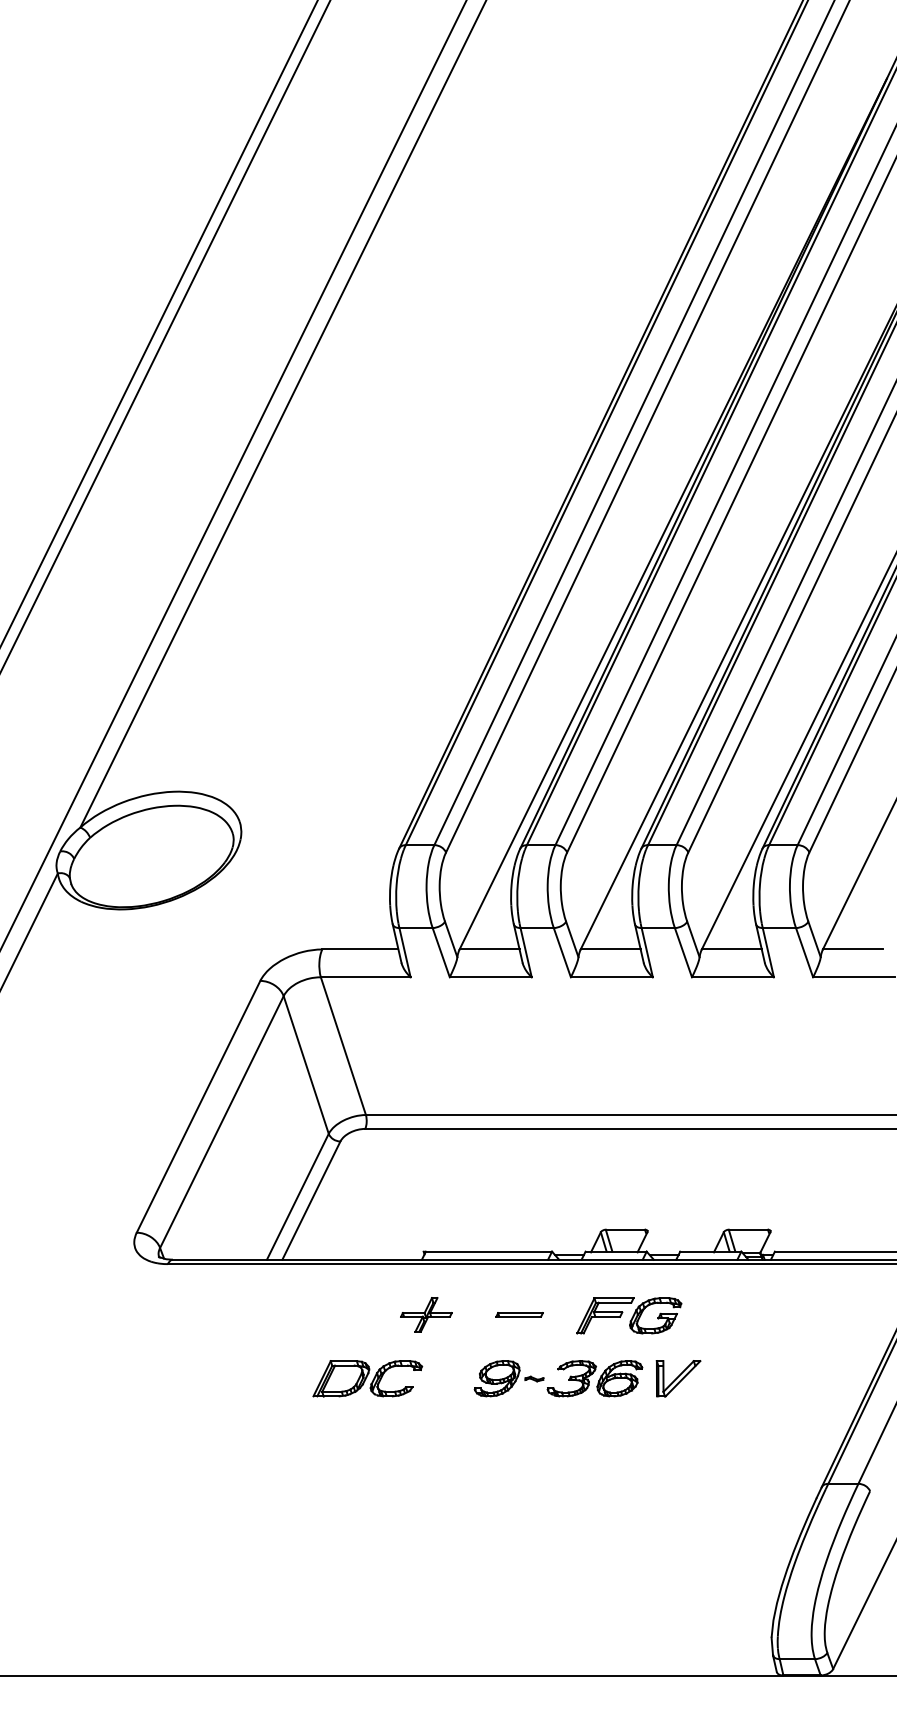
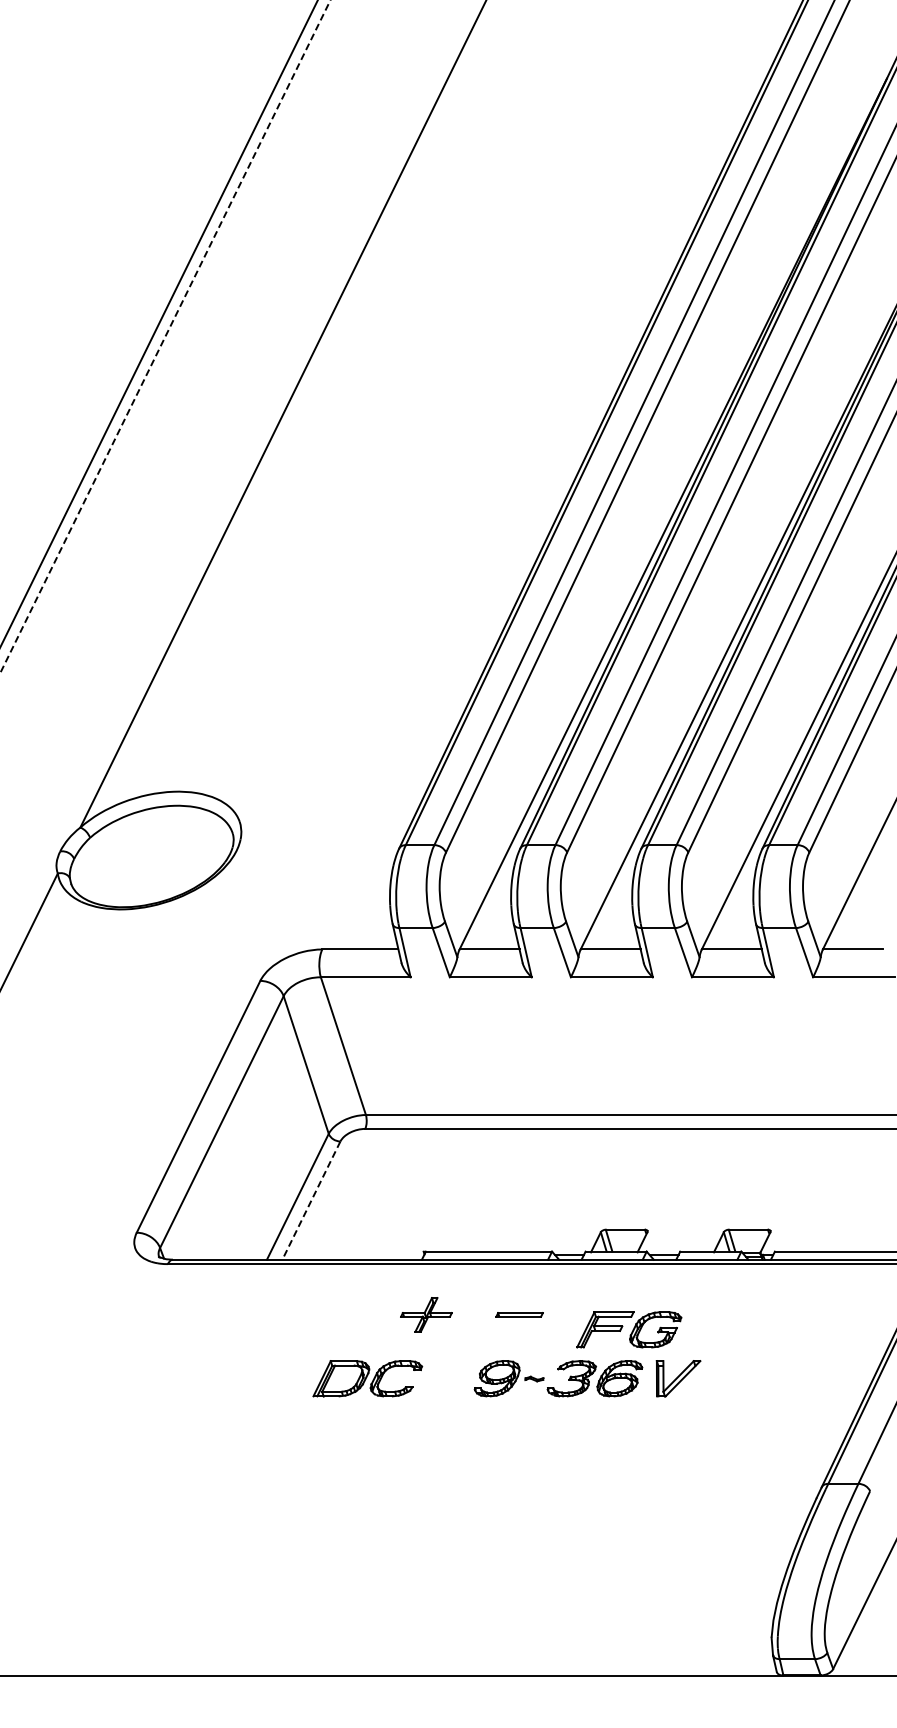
line at (165, 337): solid -> dashed
line at (233, 474): present -> none
line at (311, 1200): solid -> dashed
part at (629, 1315) position: (629, 1315) -> (629, 1329)
